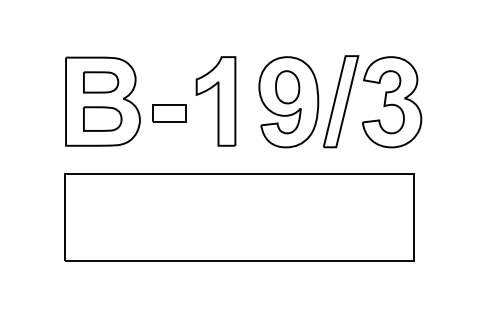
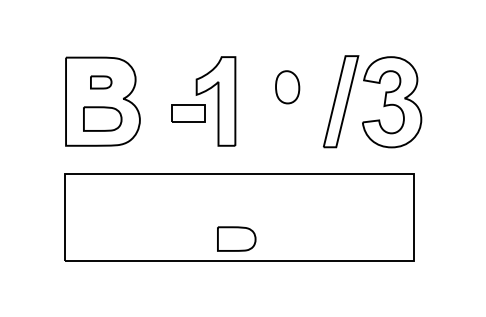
part at (101, 82) size: 37x23 px -> 23x15 px
part at (288, 102): present -> none
part at (169, 113) position: (169, 113) -> (188, 113)
part at (236, 238): none -> present
